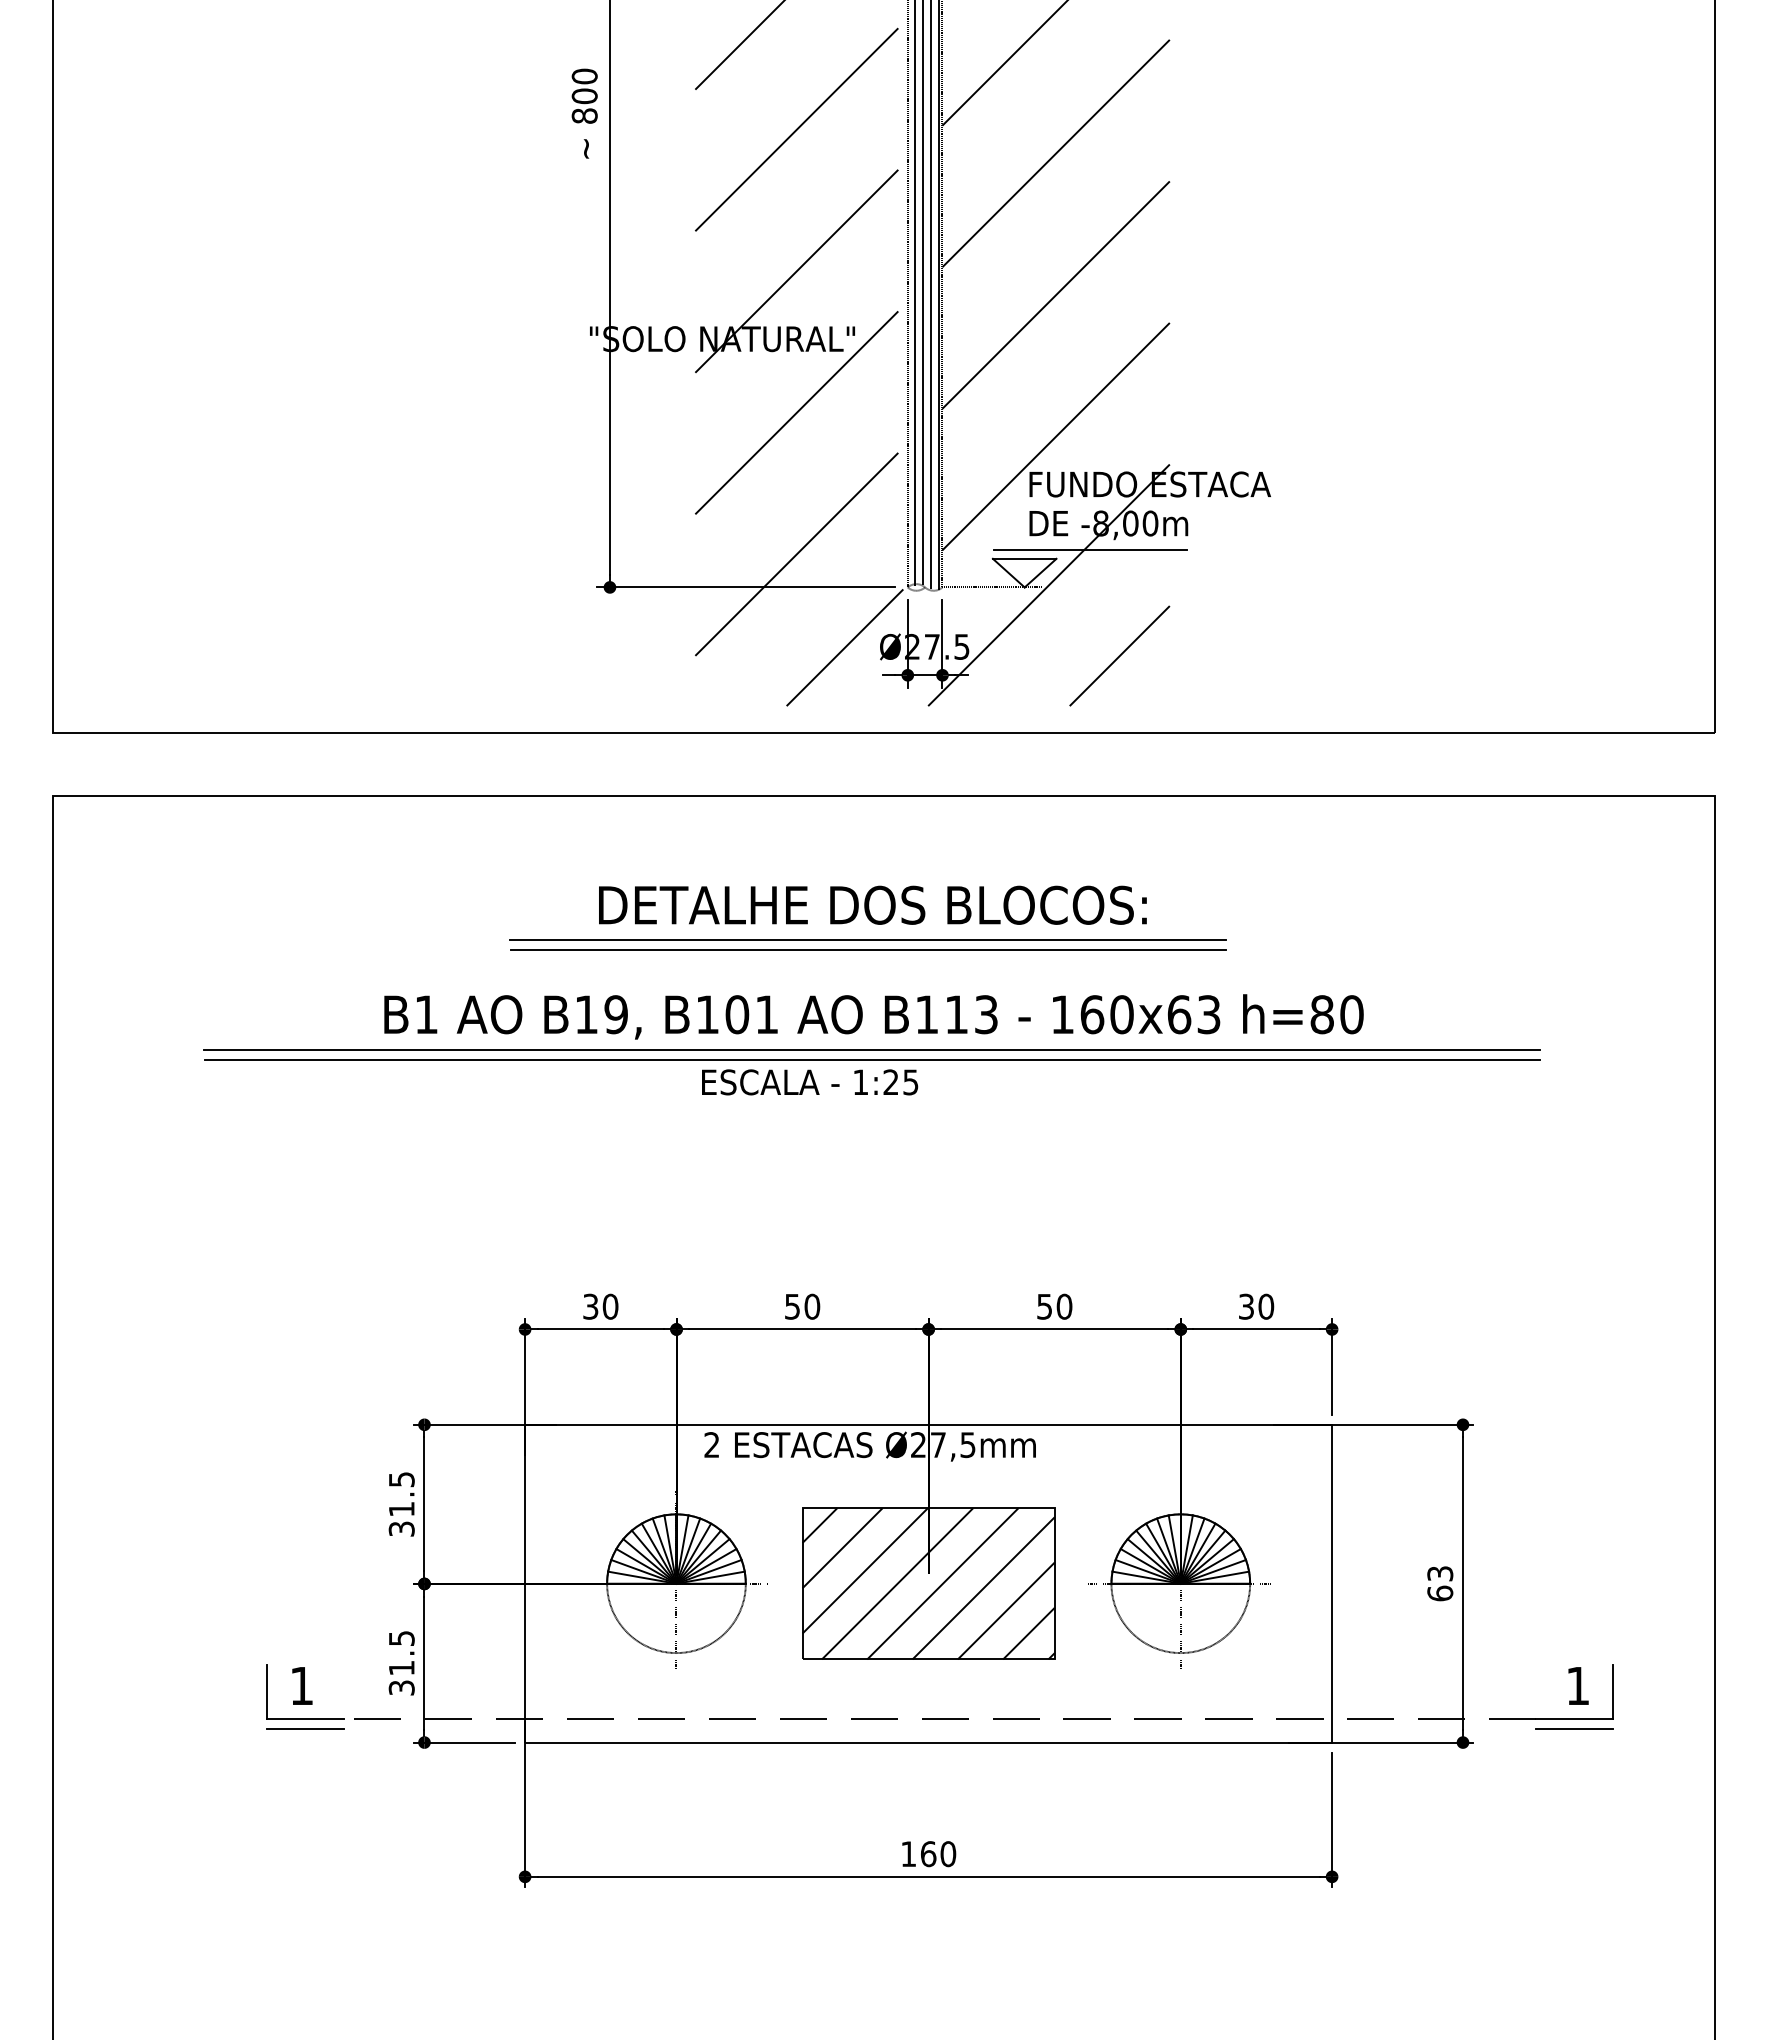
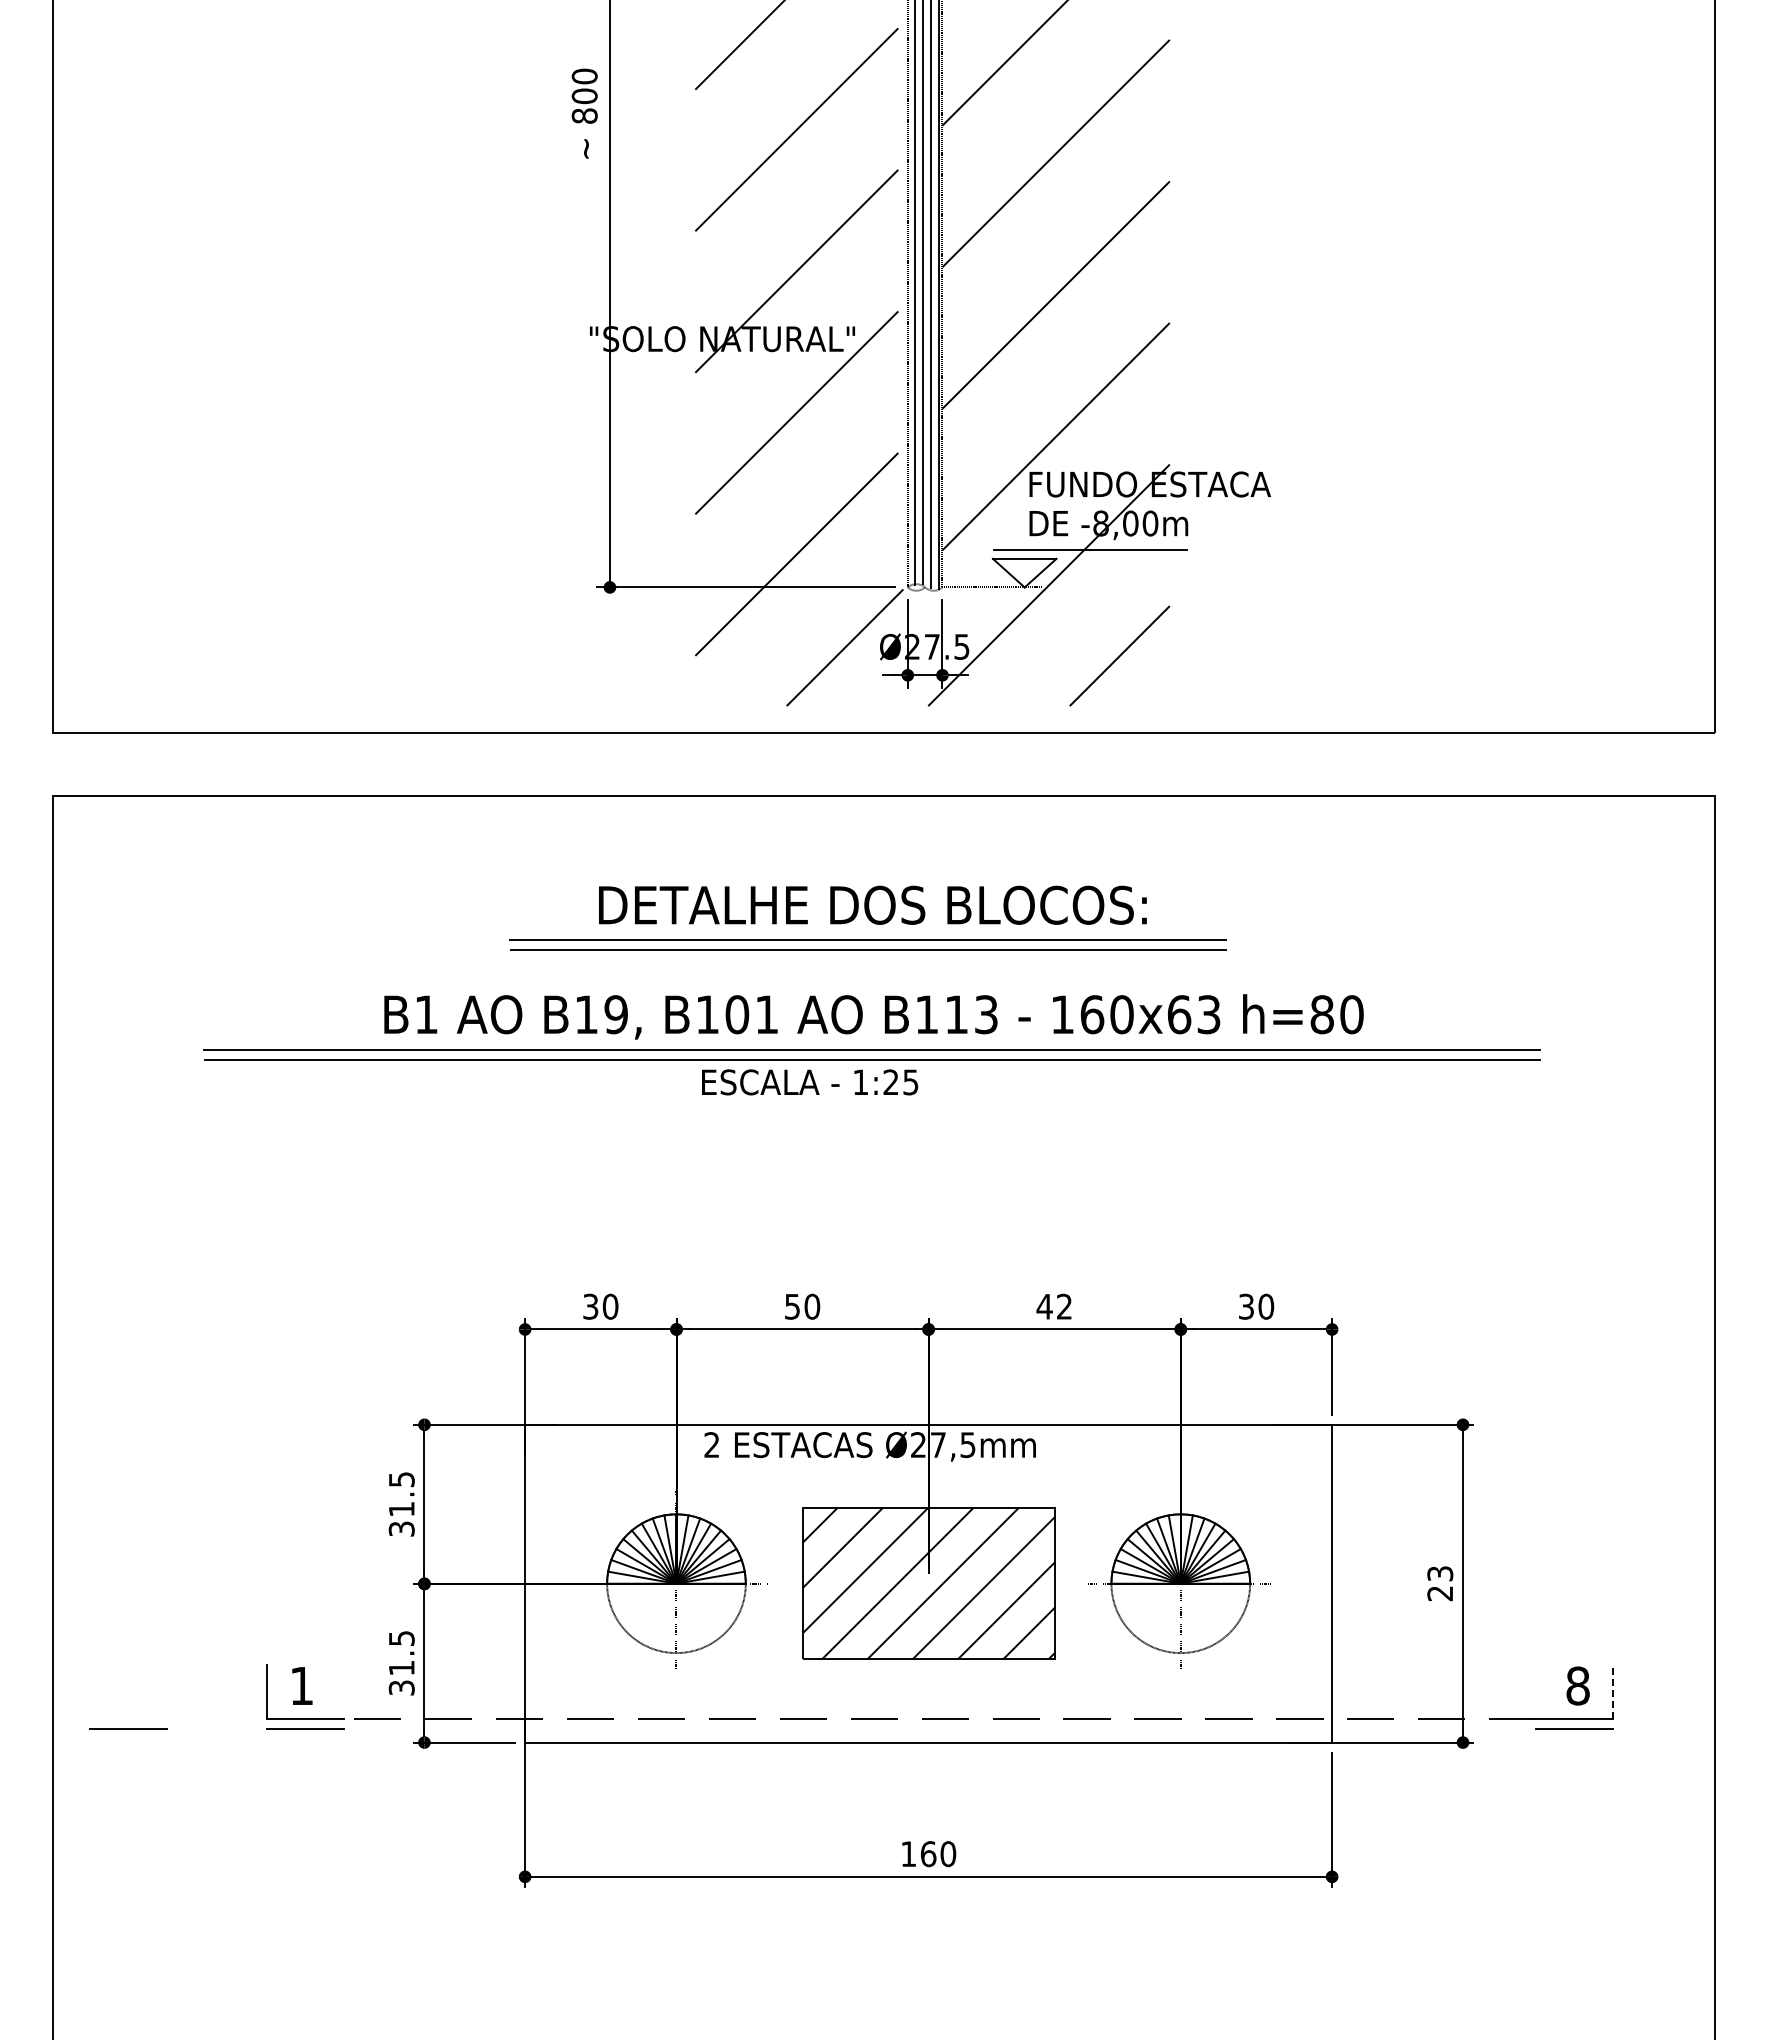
text at (1054, 1306): 50 -> 42
text at (1440, 1593): 63 -> 23
text at (1577, 1685): 1 -> 8
line at (1612, 1691): solid -> dashed
line at (128, 1728): none -> present
